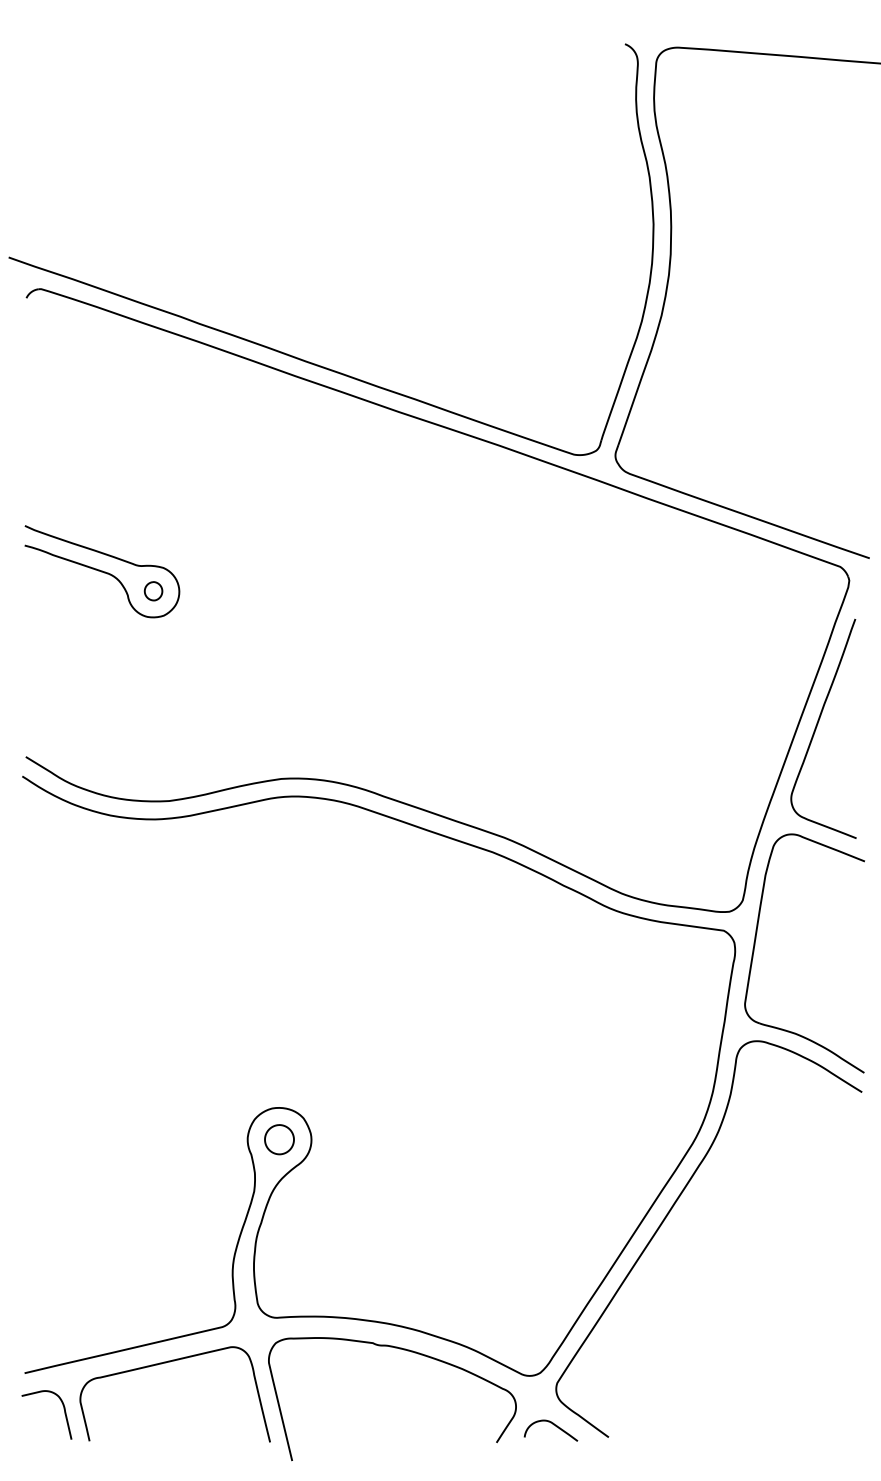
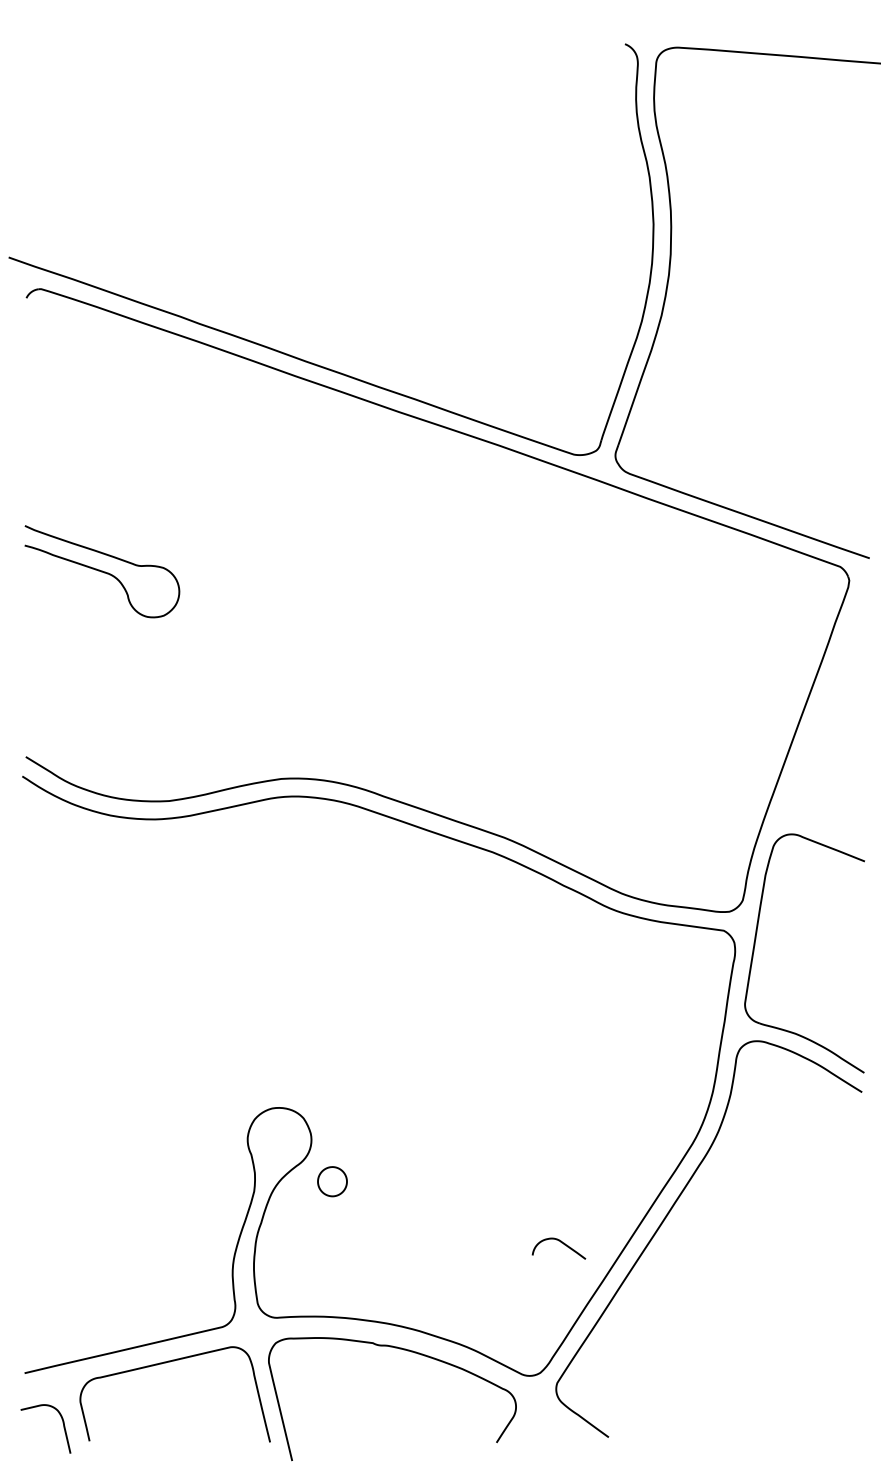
part at (153, 591): present -> none
curve at (817, 726): present -> none
part at (279, 1139) position: (279, 1139) -> (332, 1181)
curve at (63, 1409) position: (63, 1409) -> (62, 1423)
curve at (553, 1425) position: (553, 1425) -> (561, 1243)
